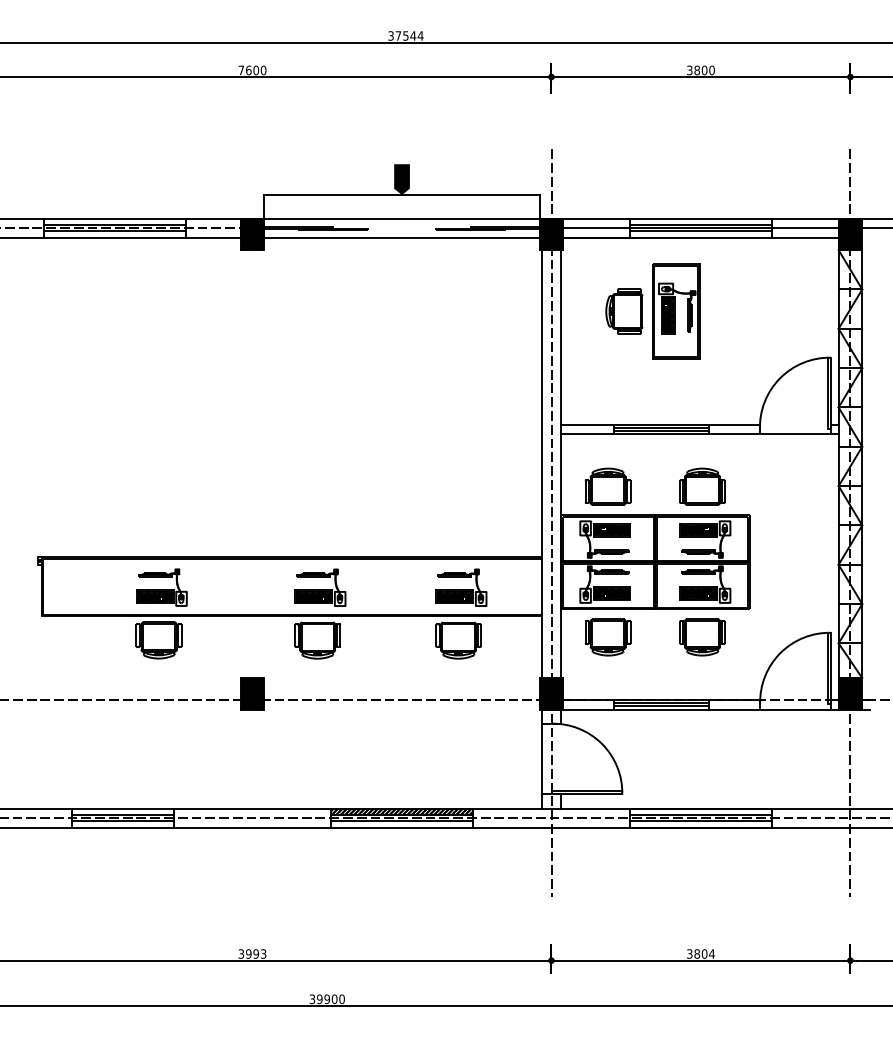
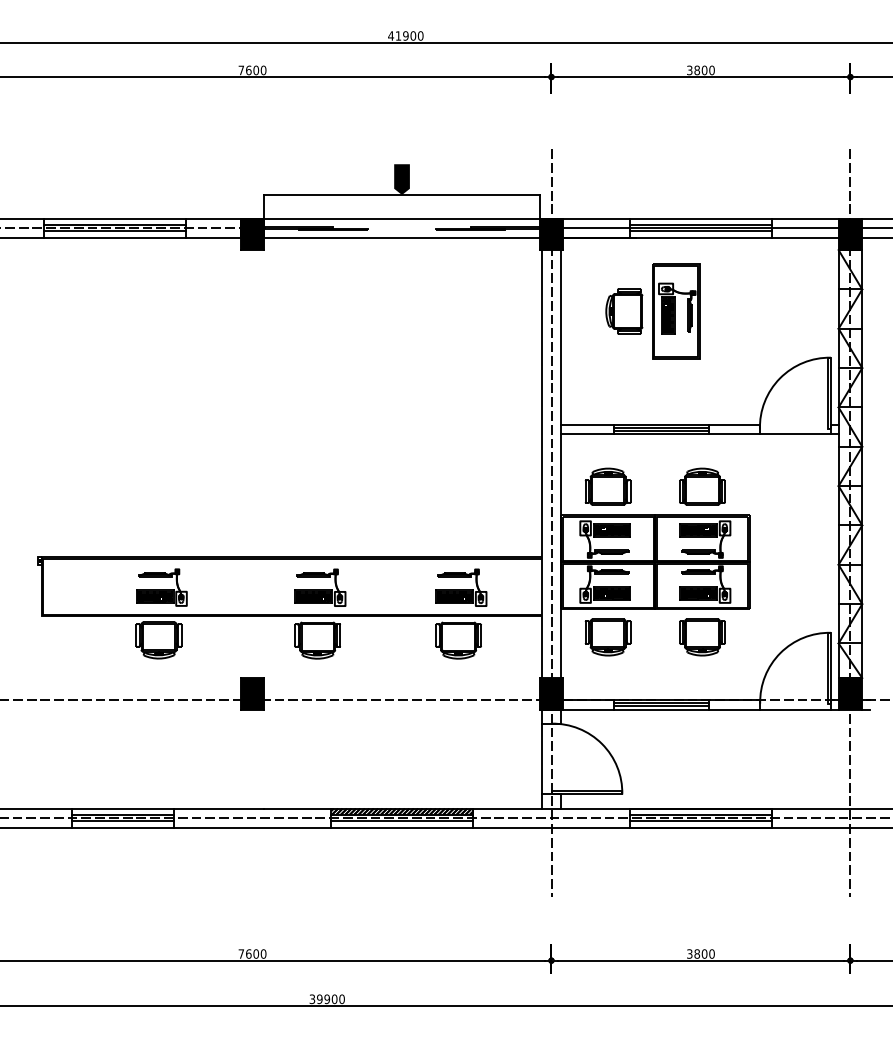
text at (405, 35): 37544 -> 41900
line at (875, 237): none -> present
text at (252, 953): 3993 -> 7600
text at (711, 953): 3804 -> 3800
